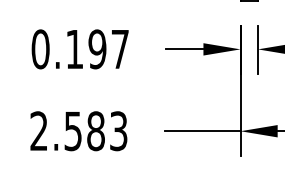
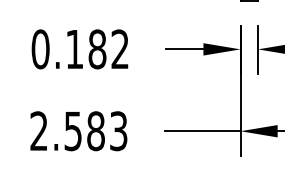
text at (108, 49): 0.197 -> 0.182
